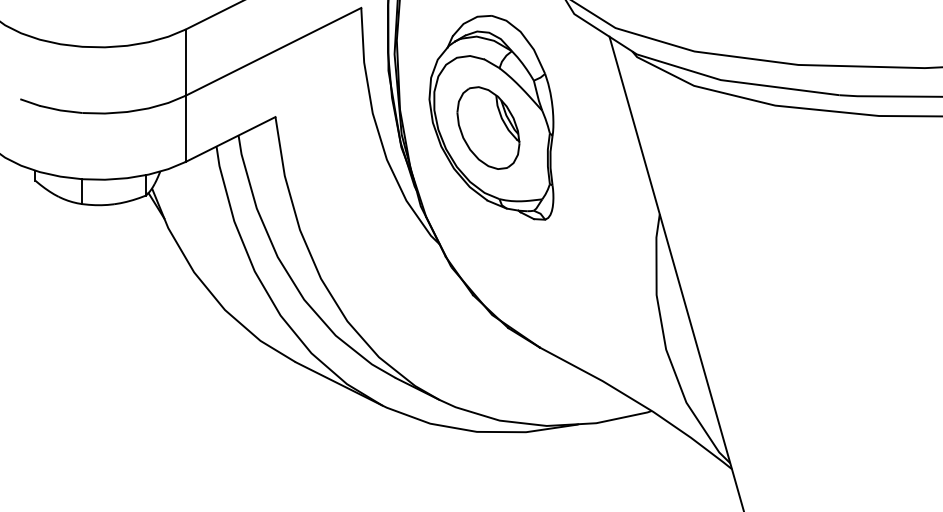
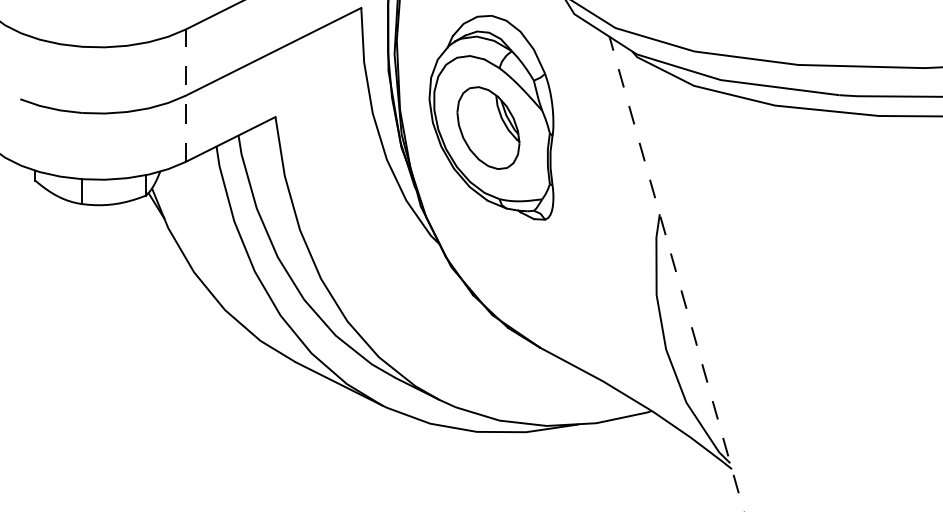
line at (185, 95): solid -> dashed
line at (676, 274): solid -> dashed
